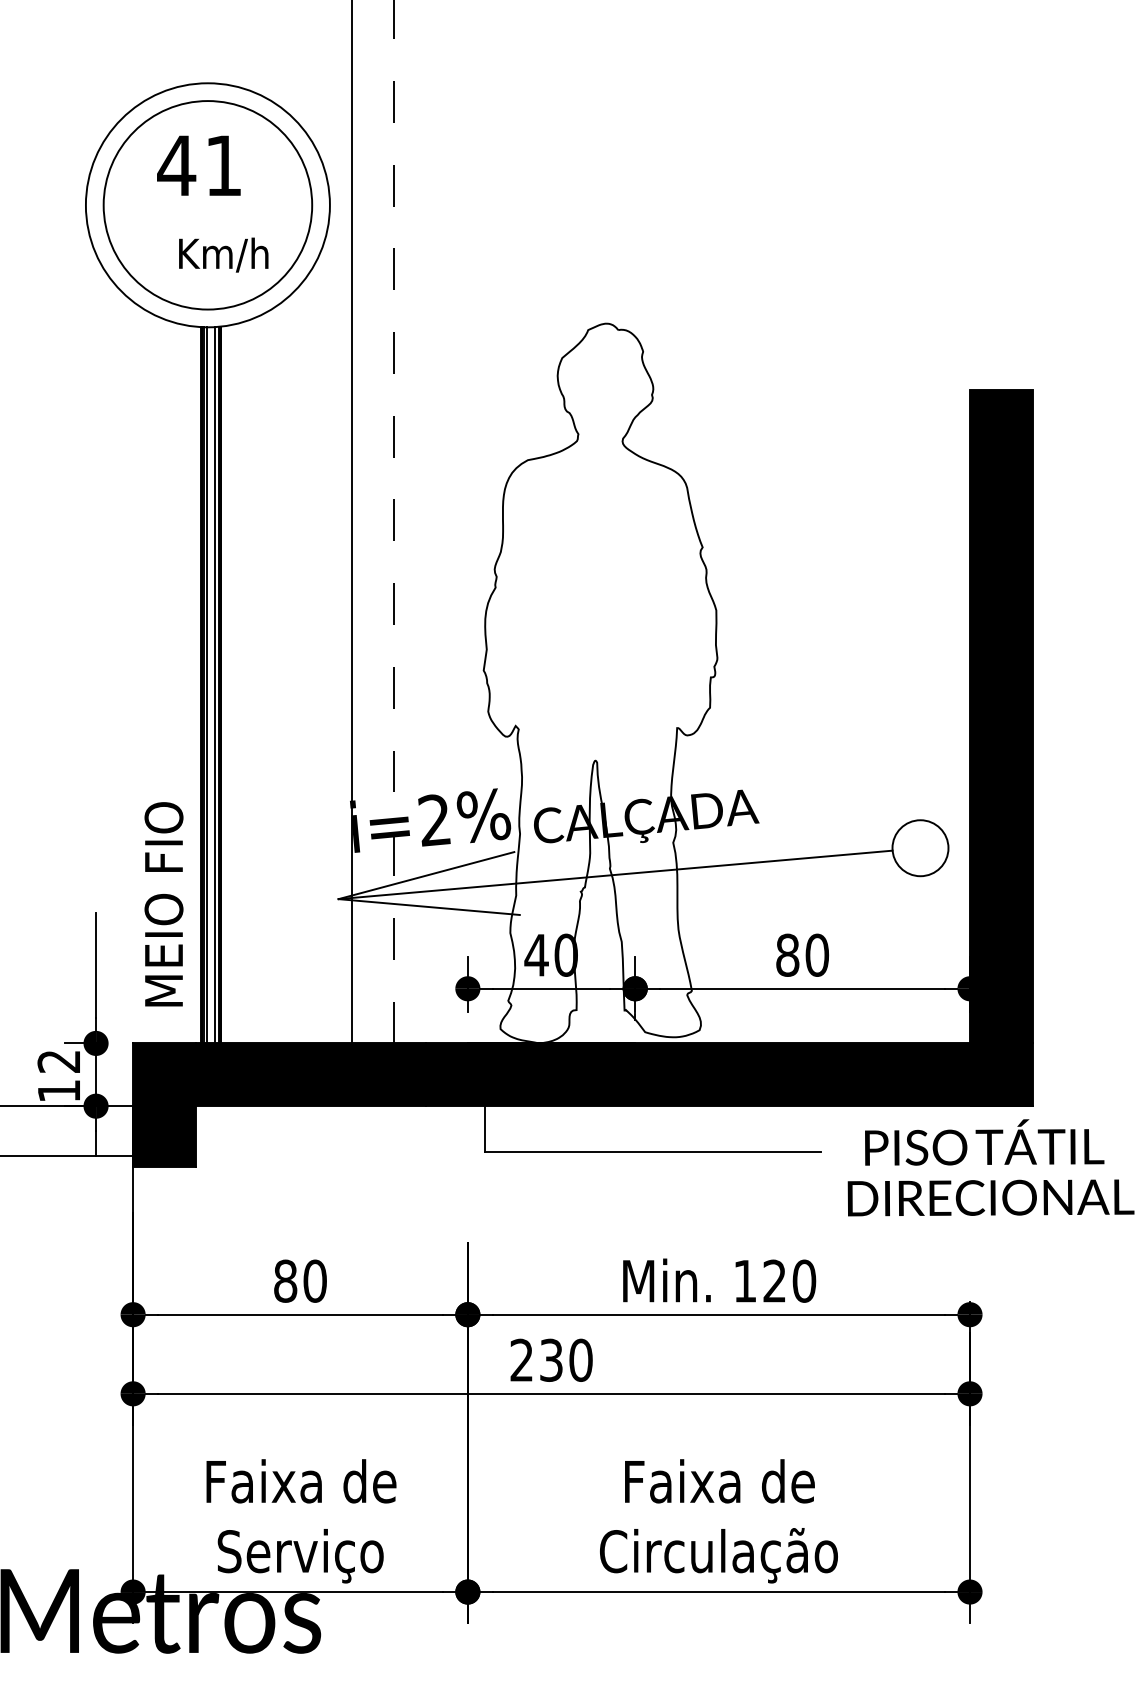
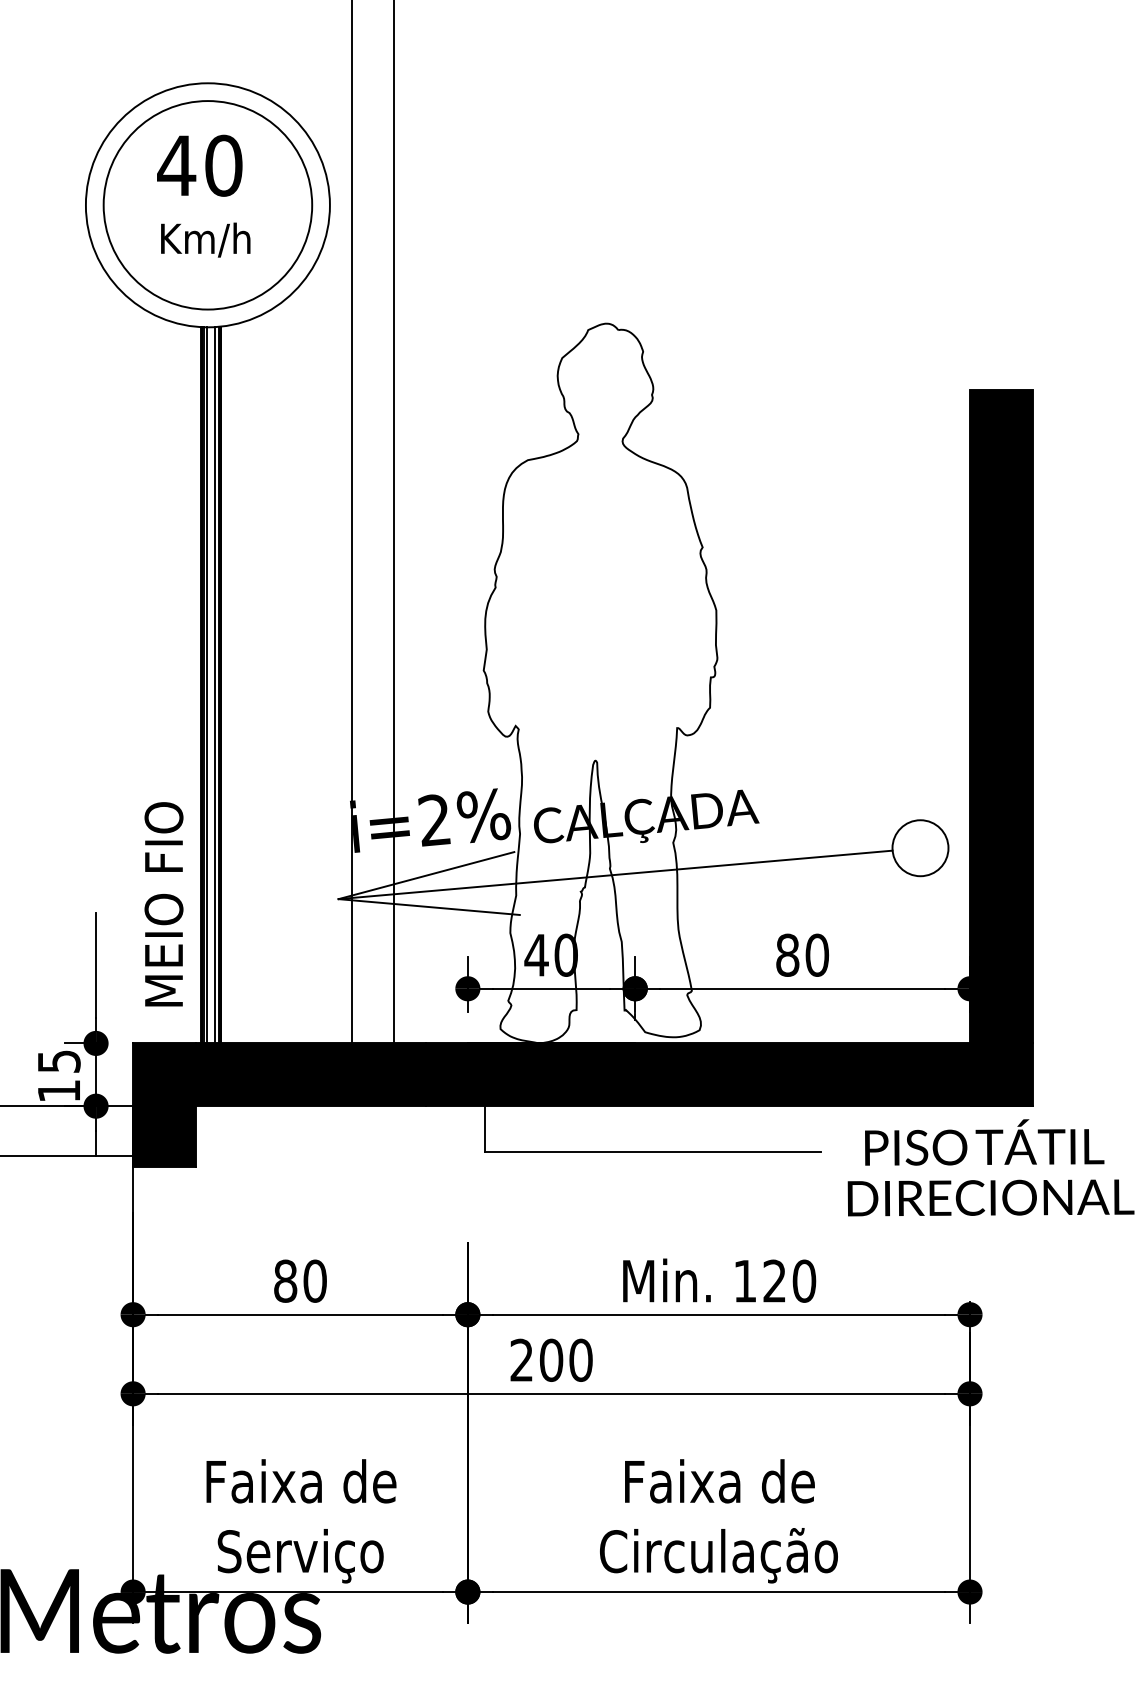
text at (223, 165): 41 -> 40
text at (223, 254) position: (223, 254) -> (205, 239)
line at (394, 521): dashed -> solid
text at (58, 1061): 12 -> 15
text at (551, 1359): 230 -> 200
